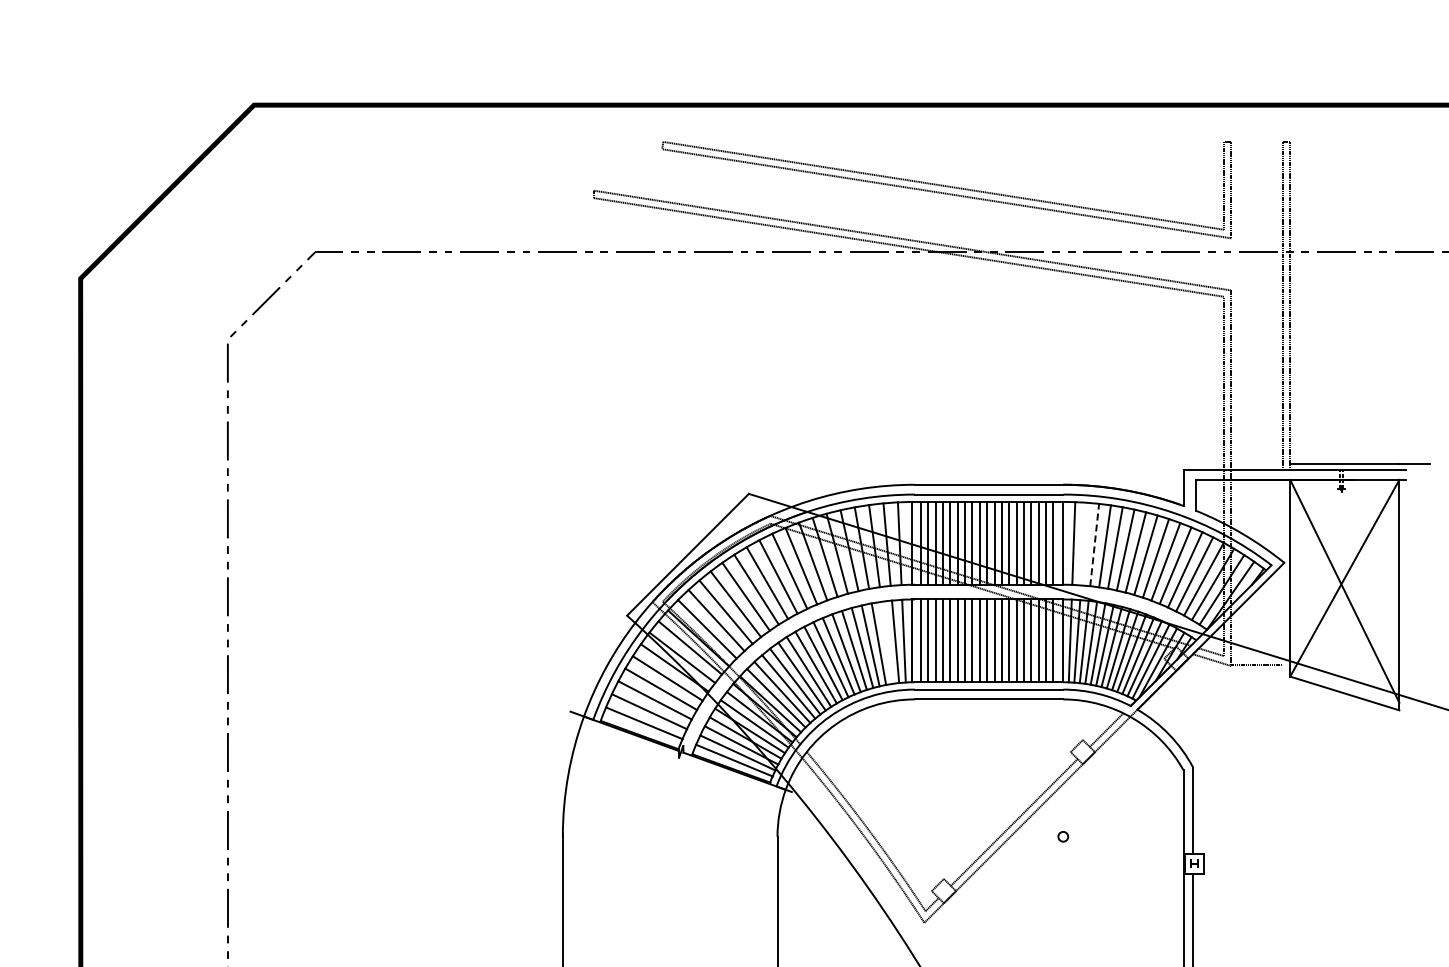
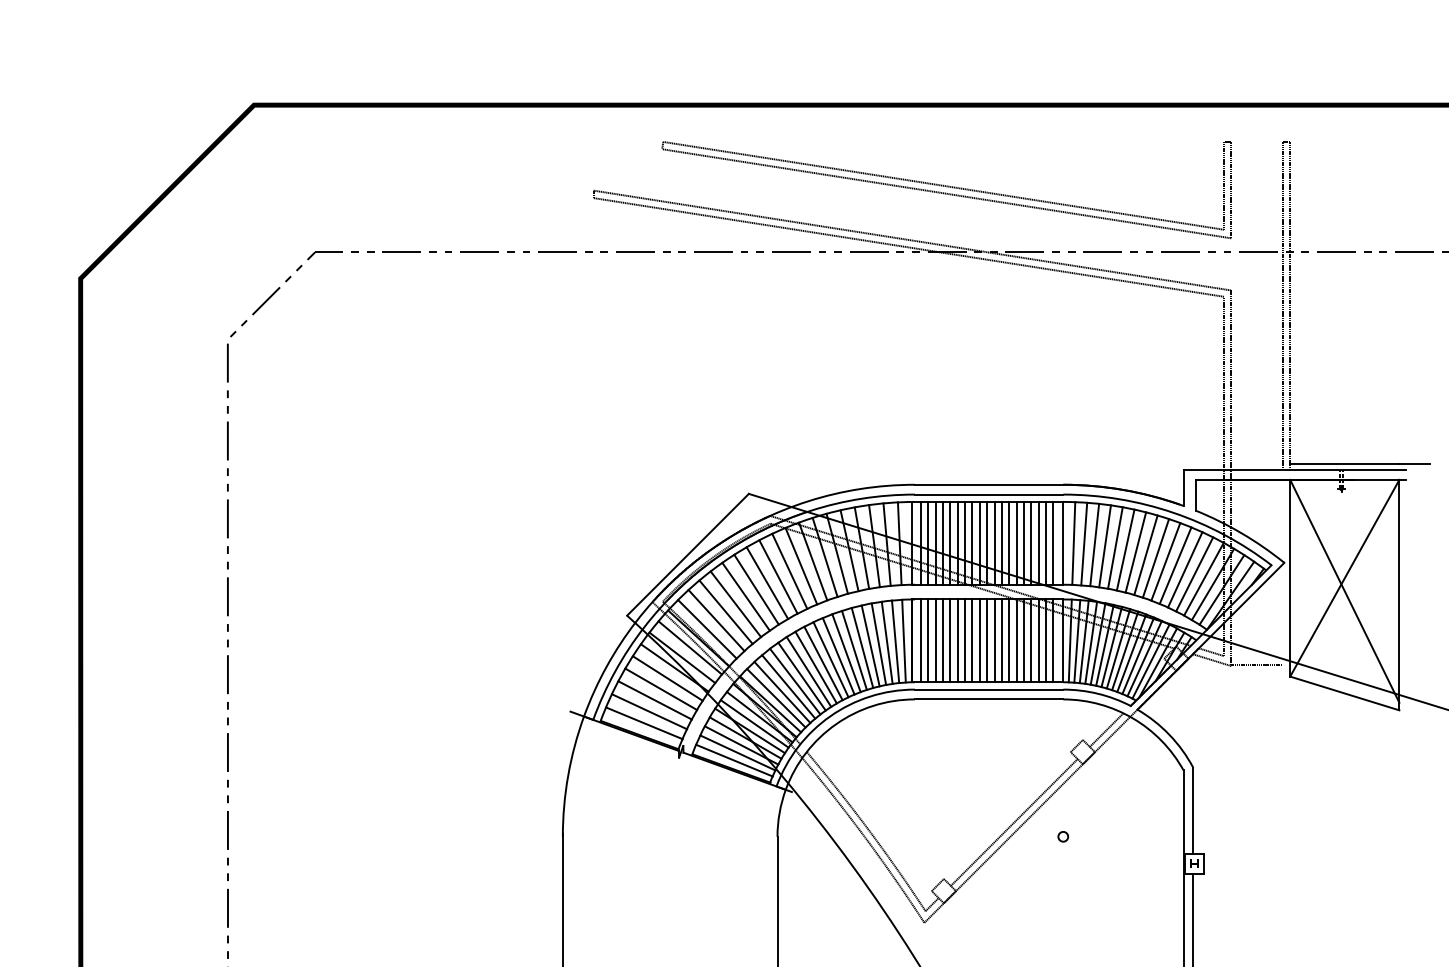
line at (1084, 543): none -> present
line at (1094, 544): dashed -> solid
line at (886, 642): none -> present
